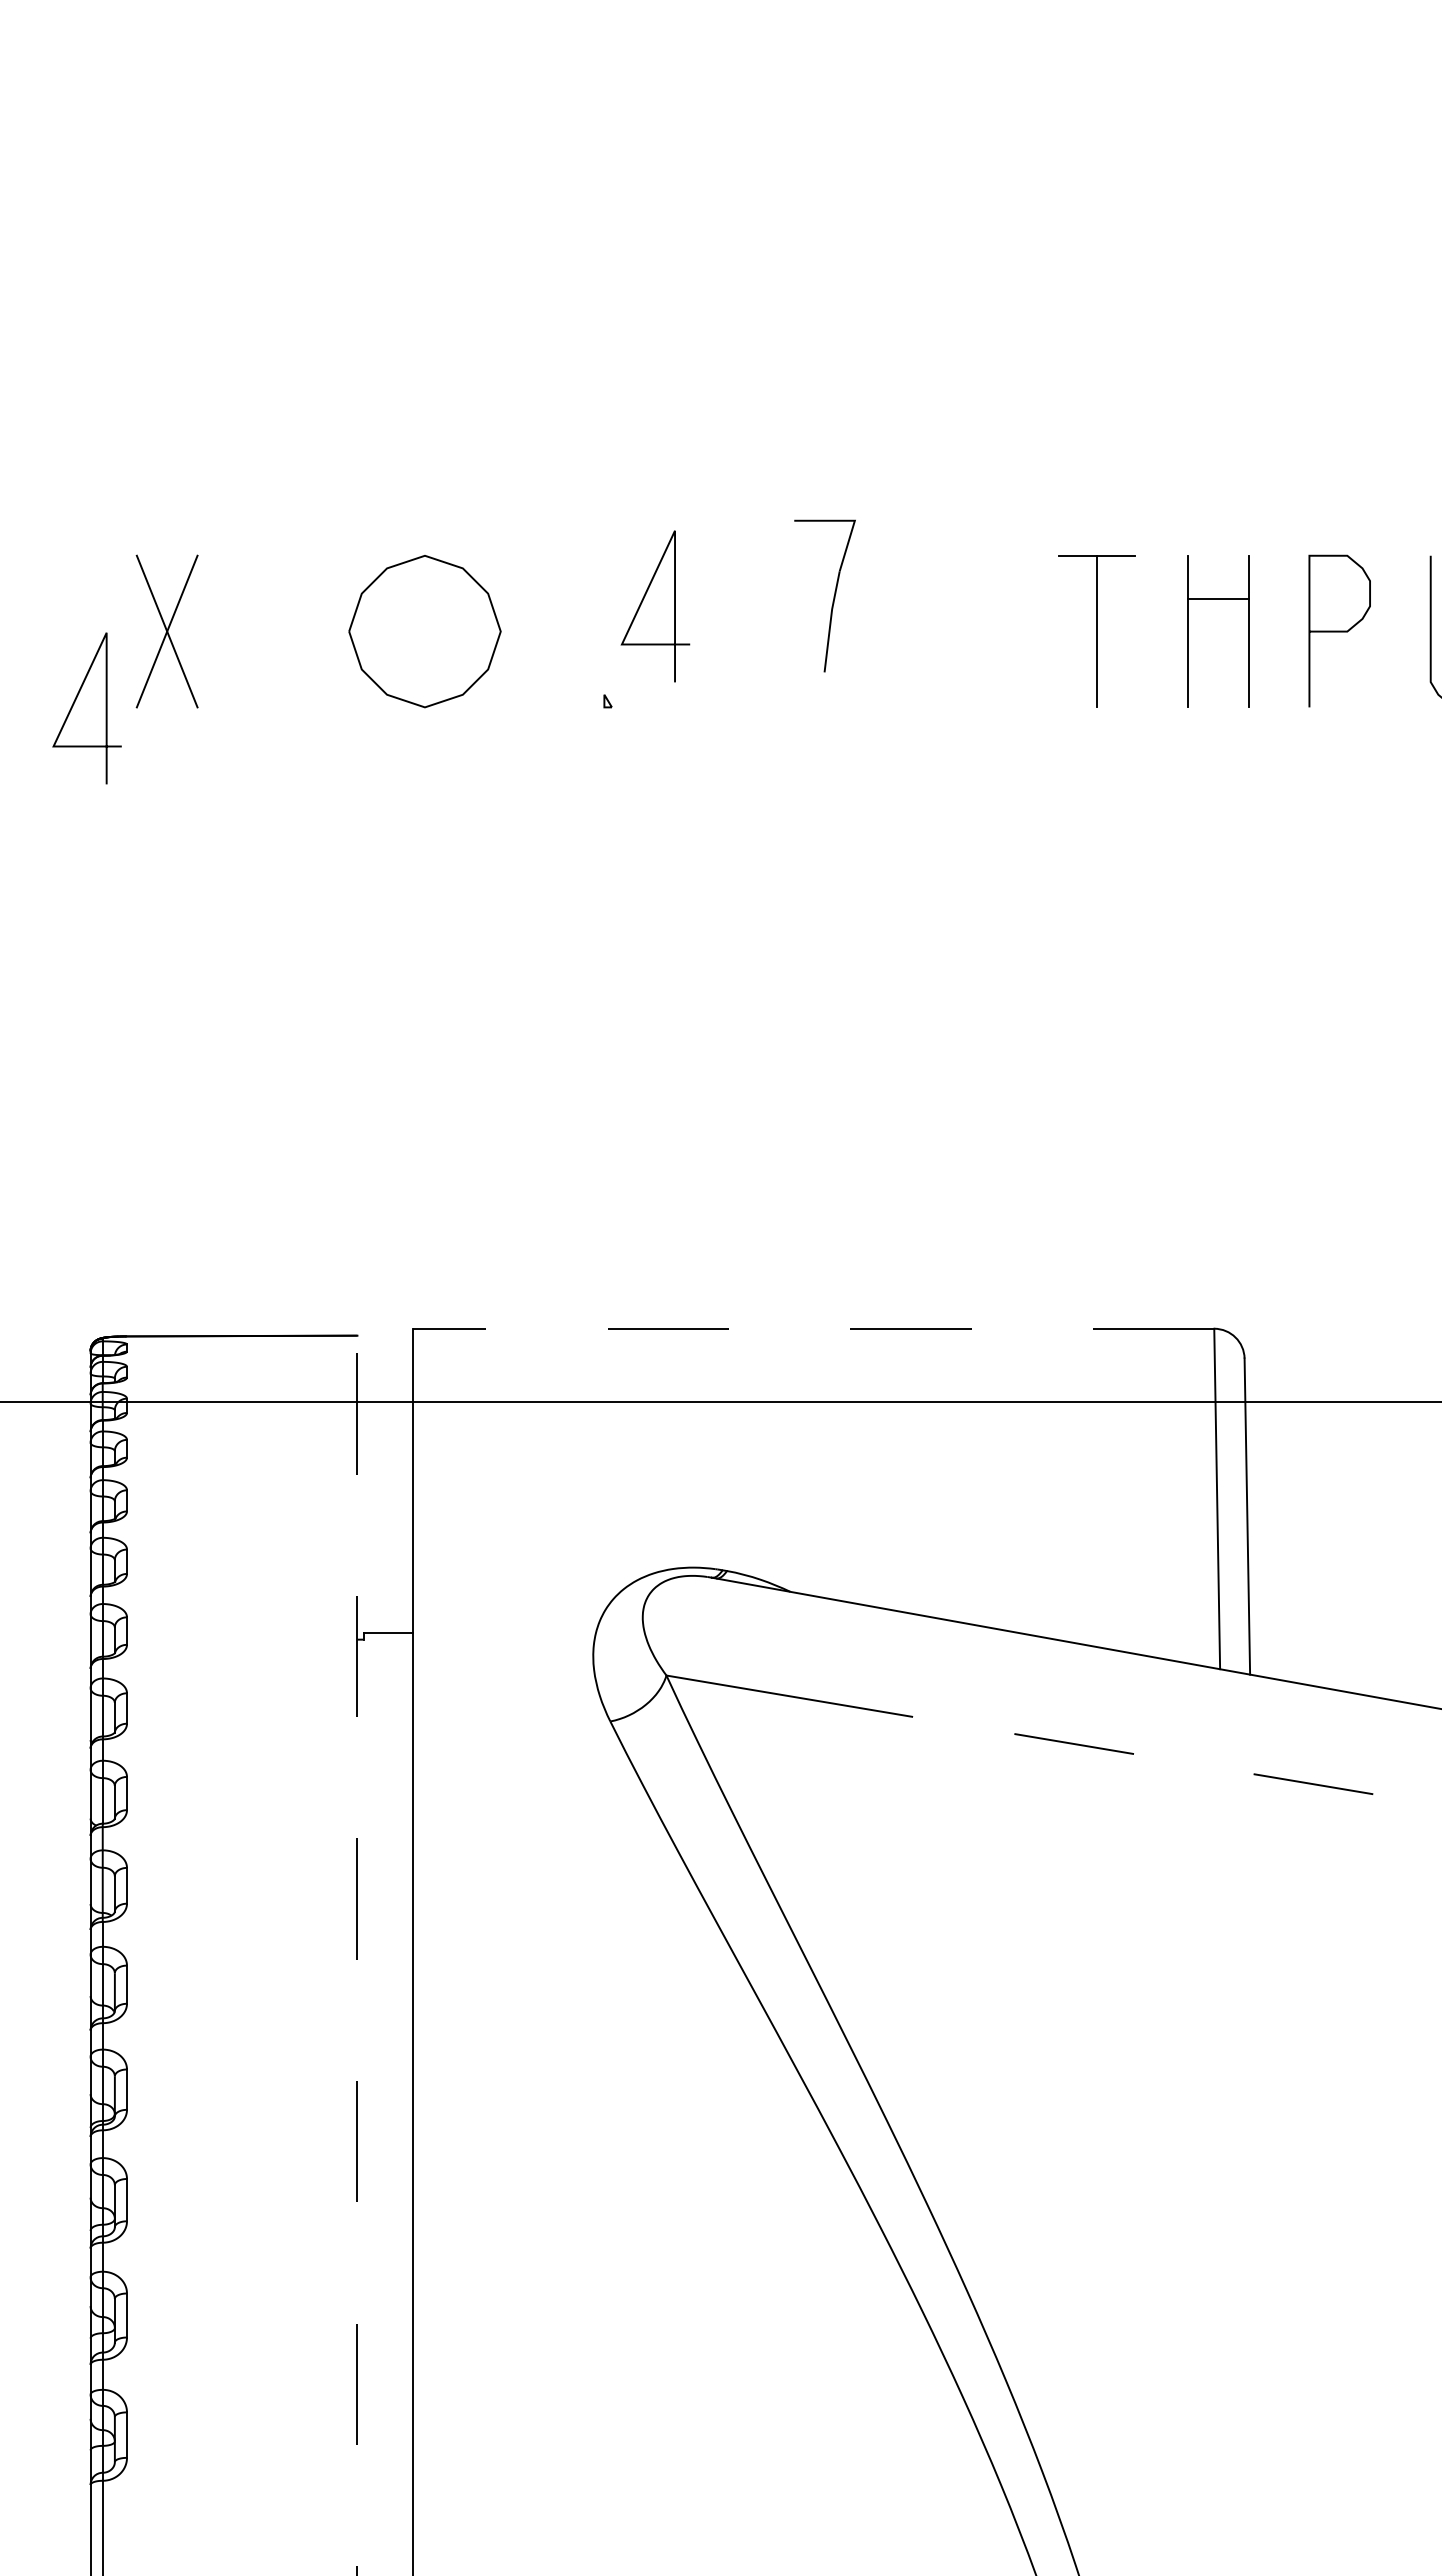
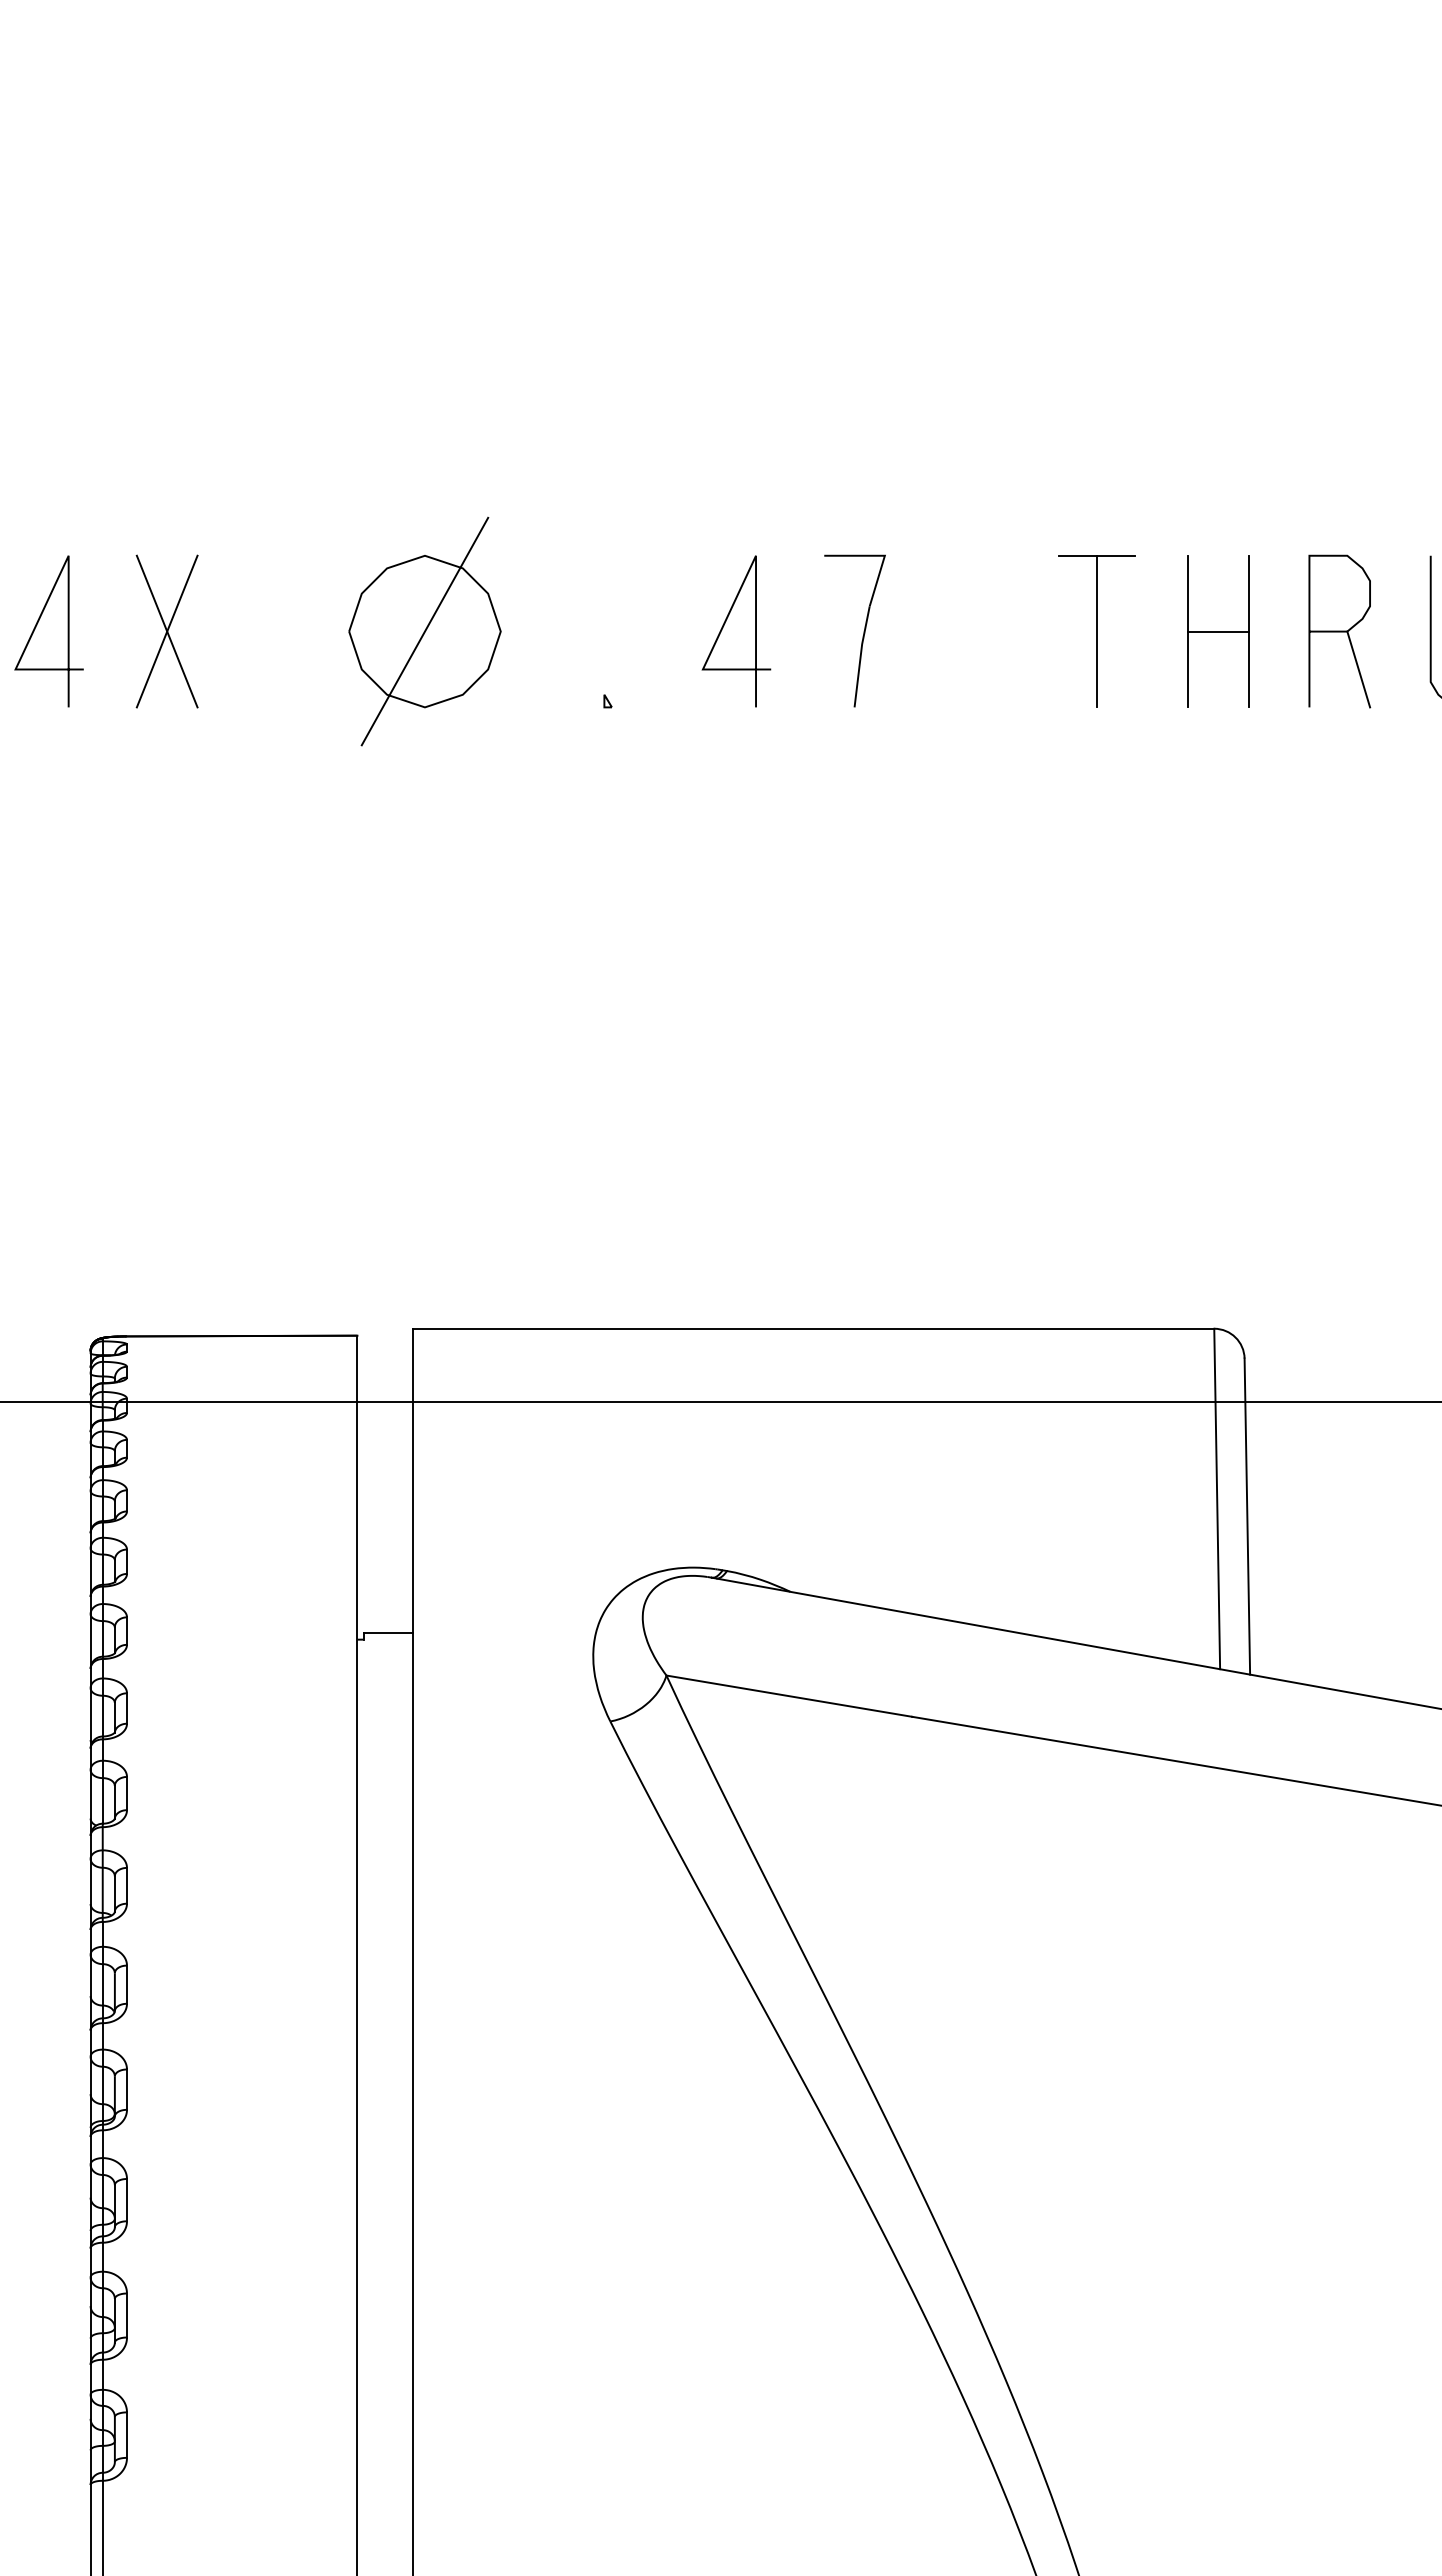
part at (833, 596) position: (833, 596) -> (863, 631)
line at (1218, 598) position: (1218, 598) -> (1218, 631)
line at (642, 603) position: (642, 603) -> (723, 628)
line at (424, 631): none -> present
line at (1358, 669): none -> present
line at (75, 702) position: (75, 702) -> (37, 625)
line at (813, 1328): dashed -> solid
line at (1176, 1761): dashed -> solid
line at (357, 1955): dashed -> solid
